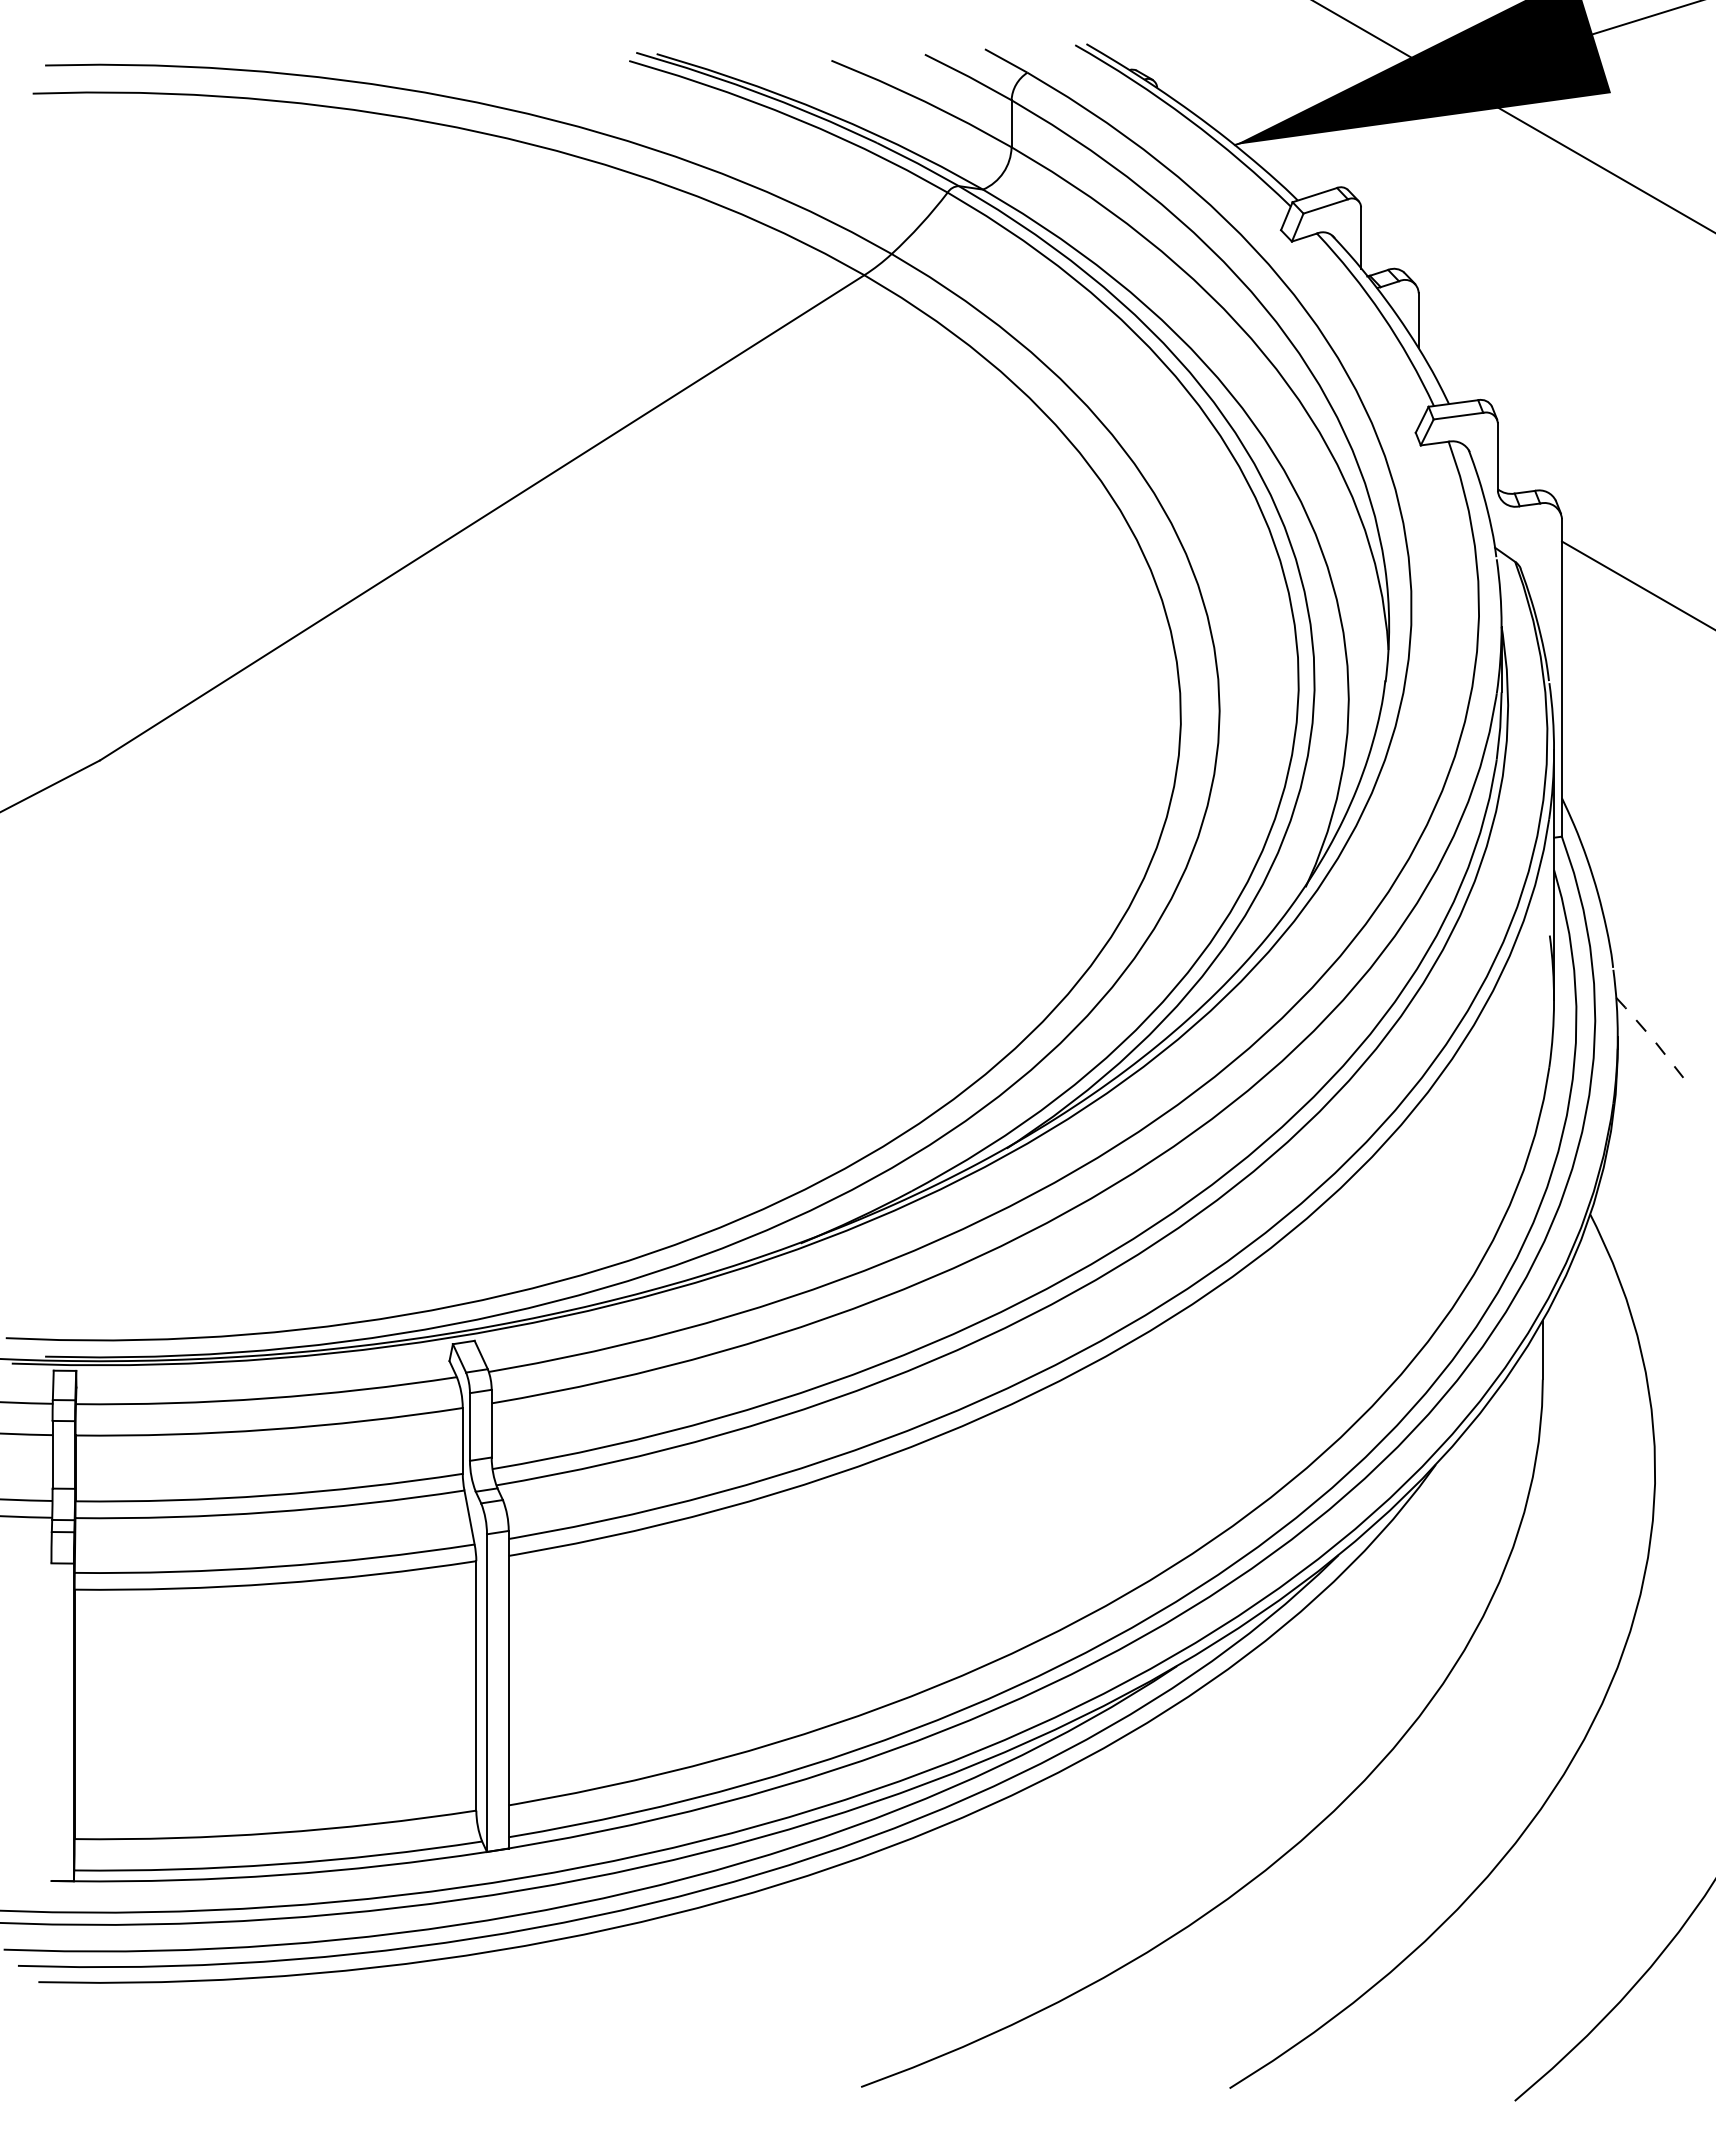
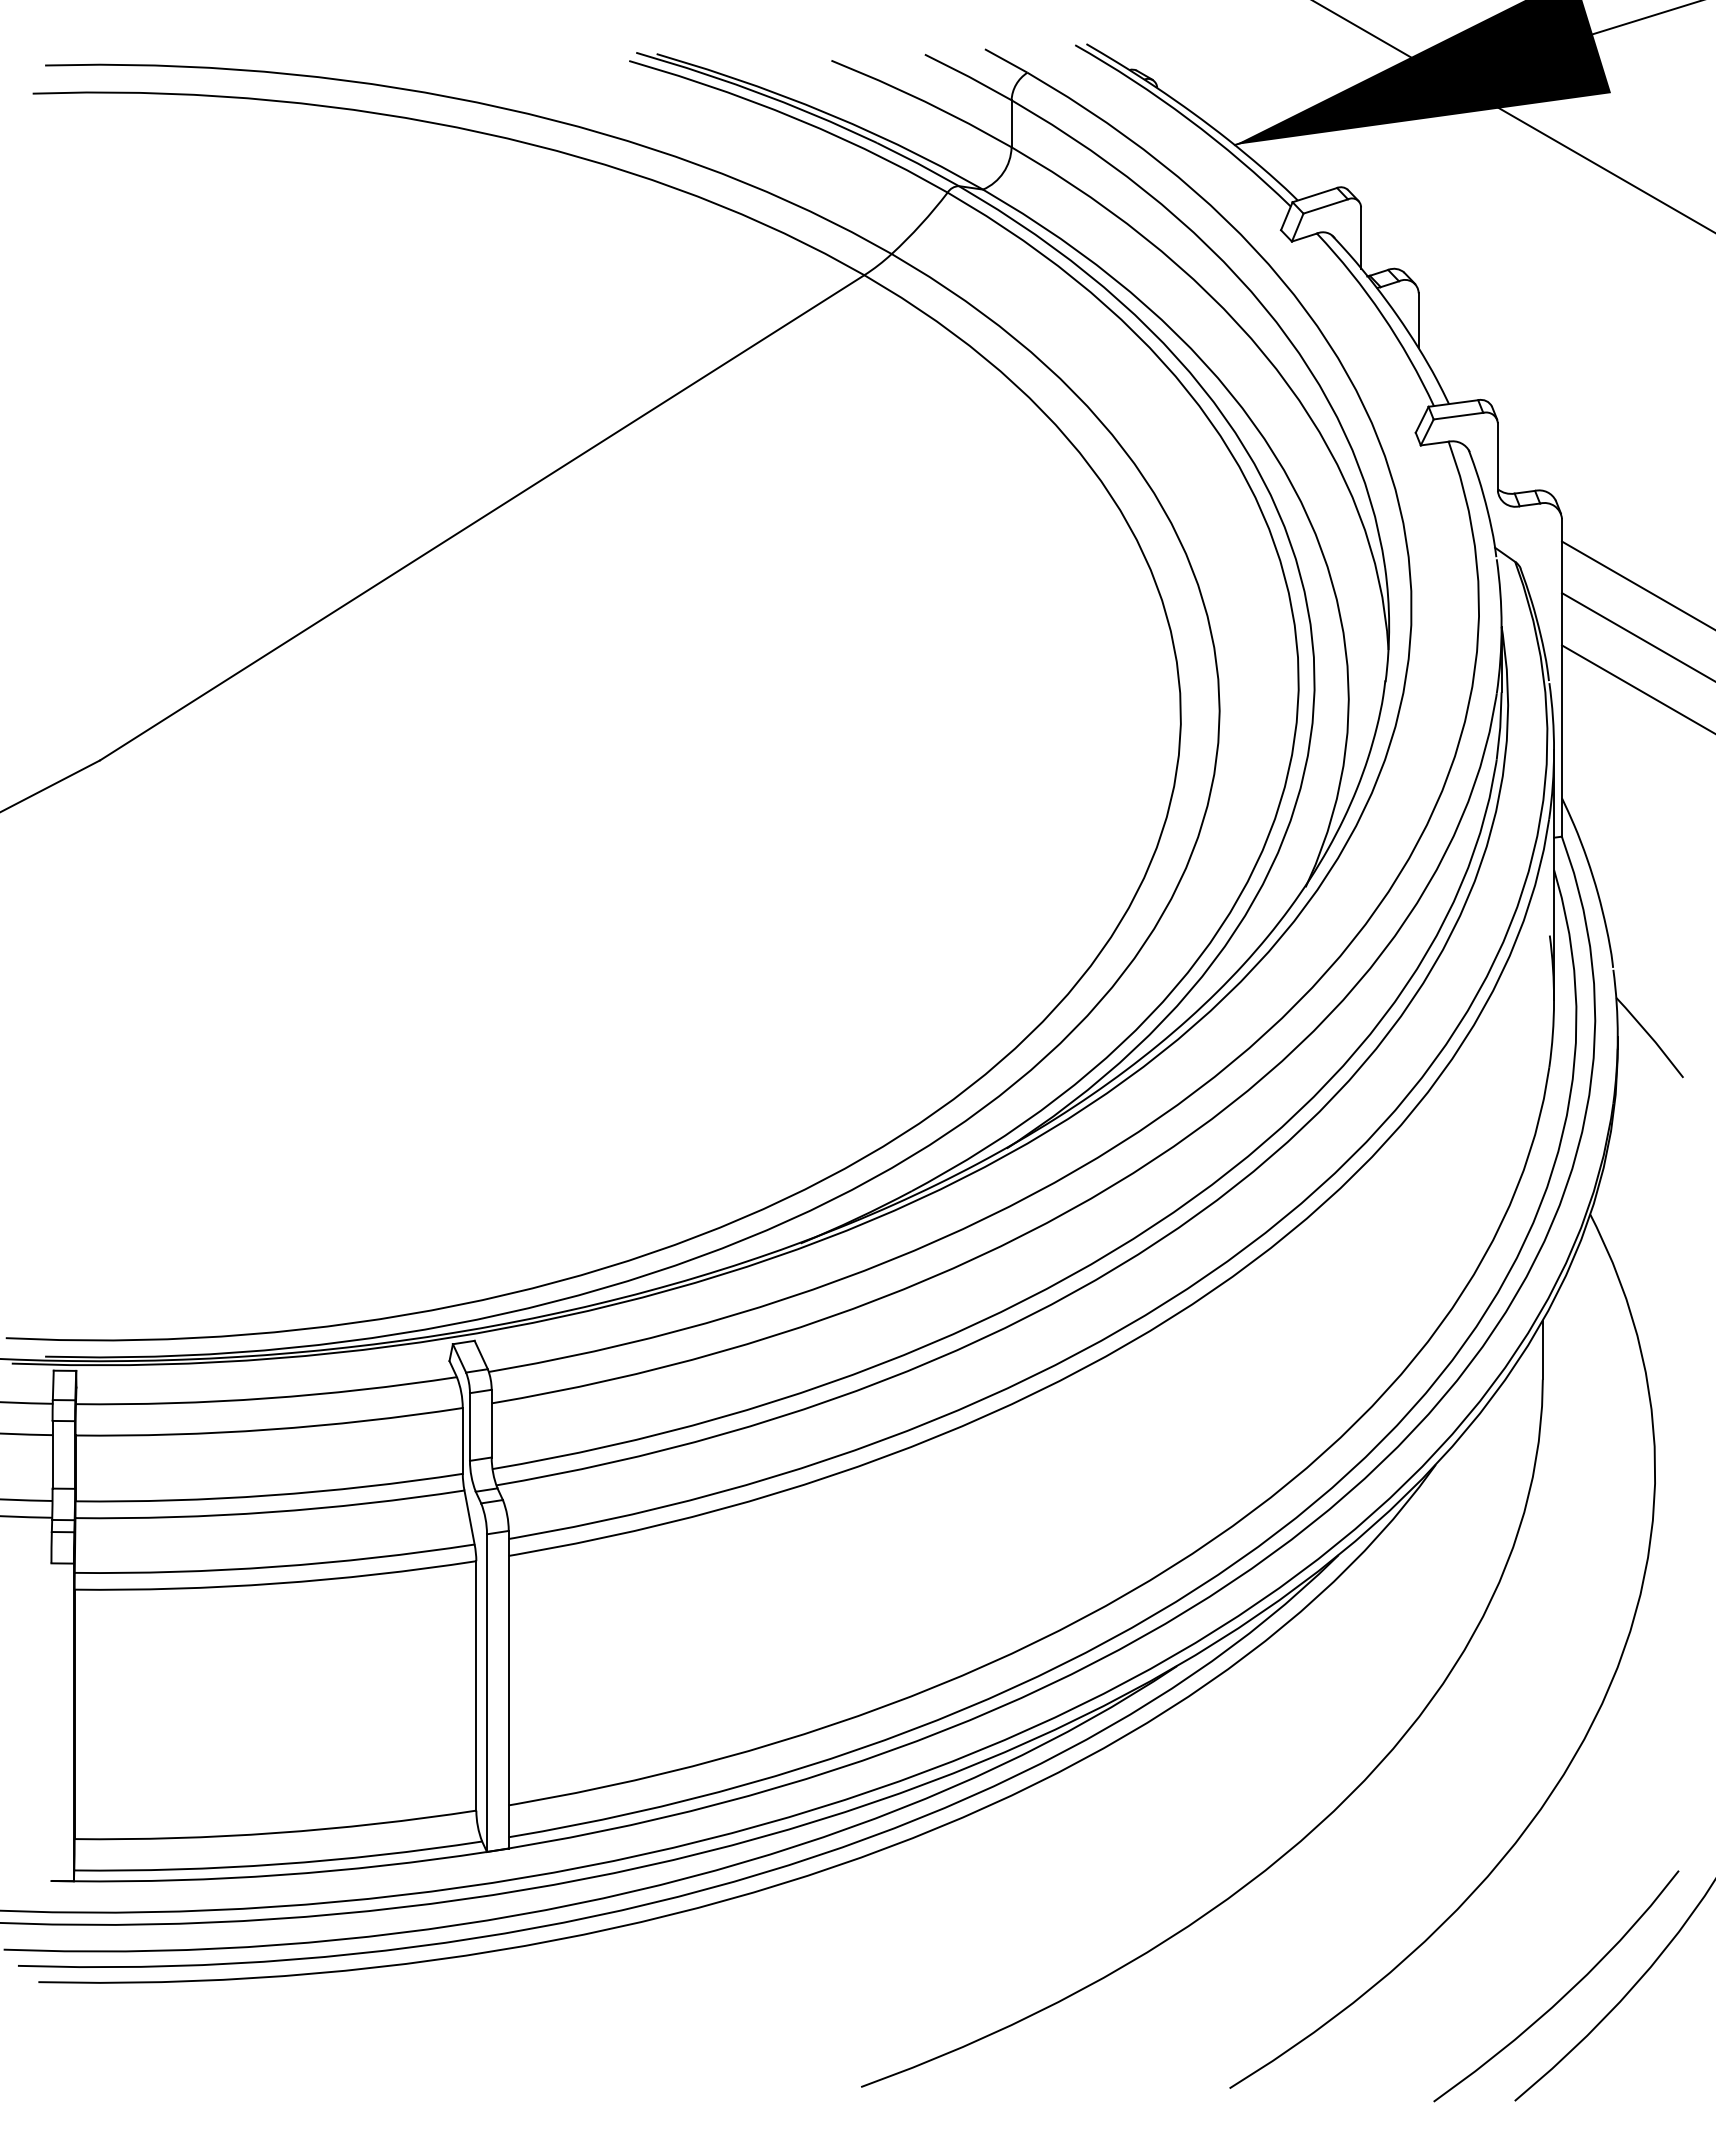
line at (1637, 636): none -> present
line at (1637, 688): none -> present
line at (1651, 1037): dashed -> solid
curve at (1564, 1994): none -> present
